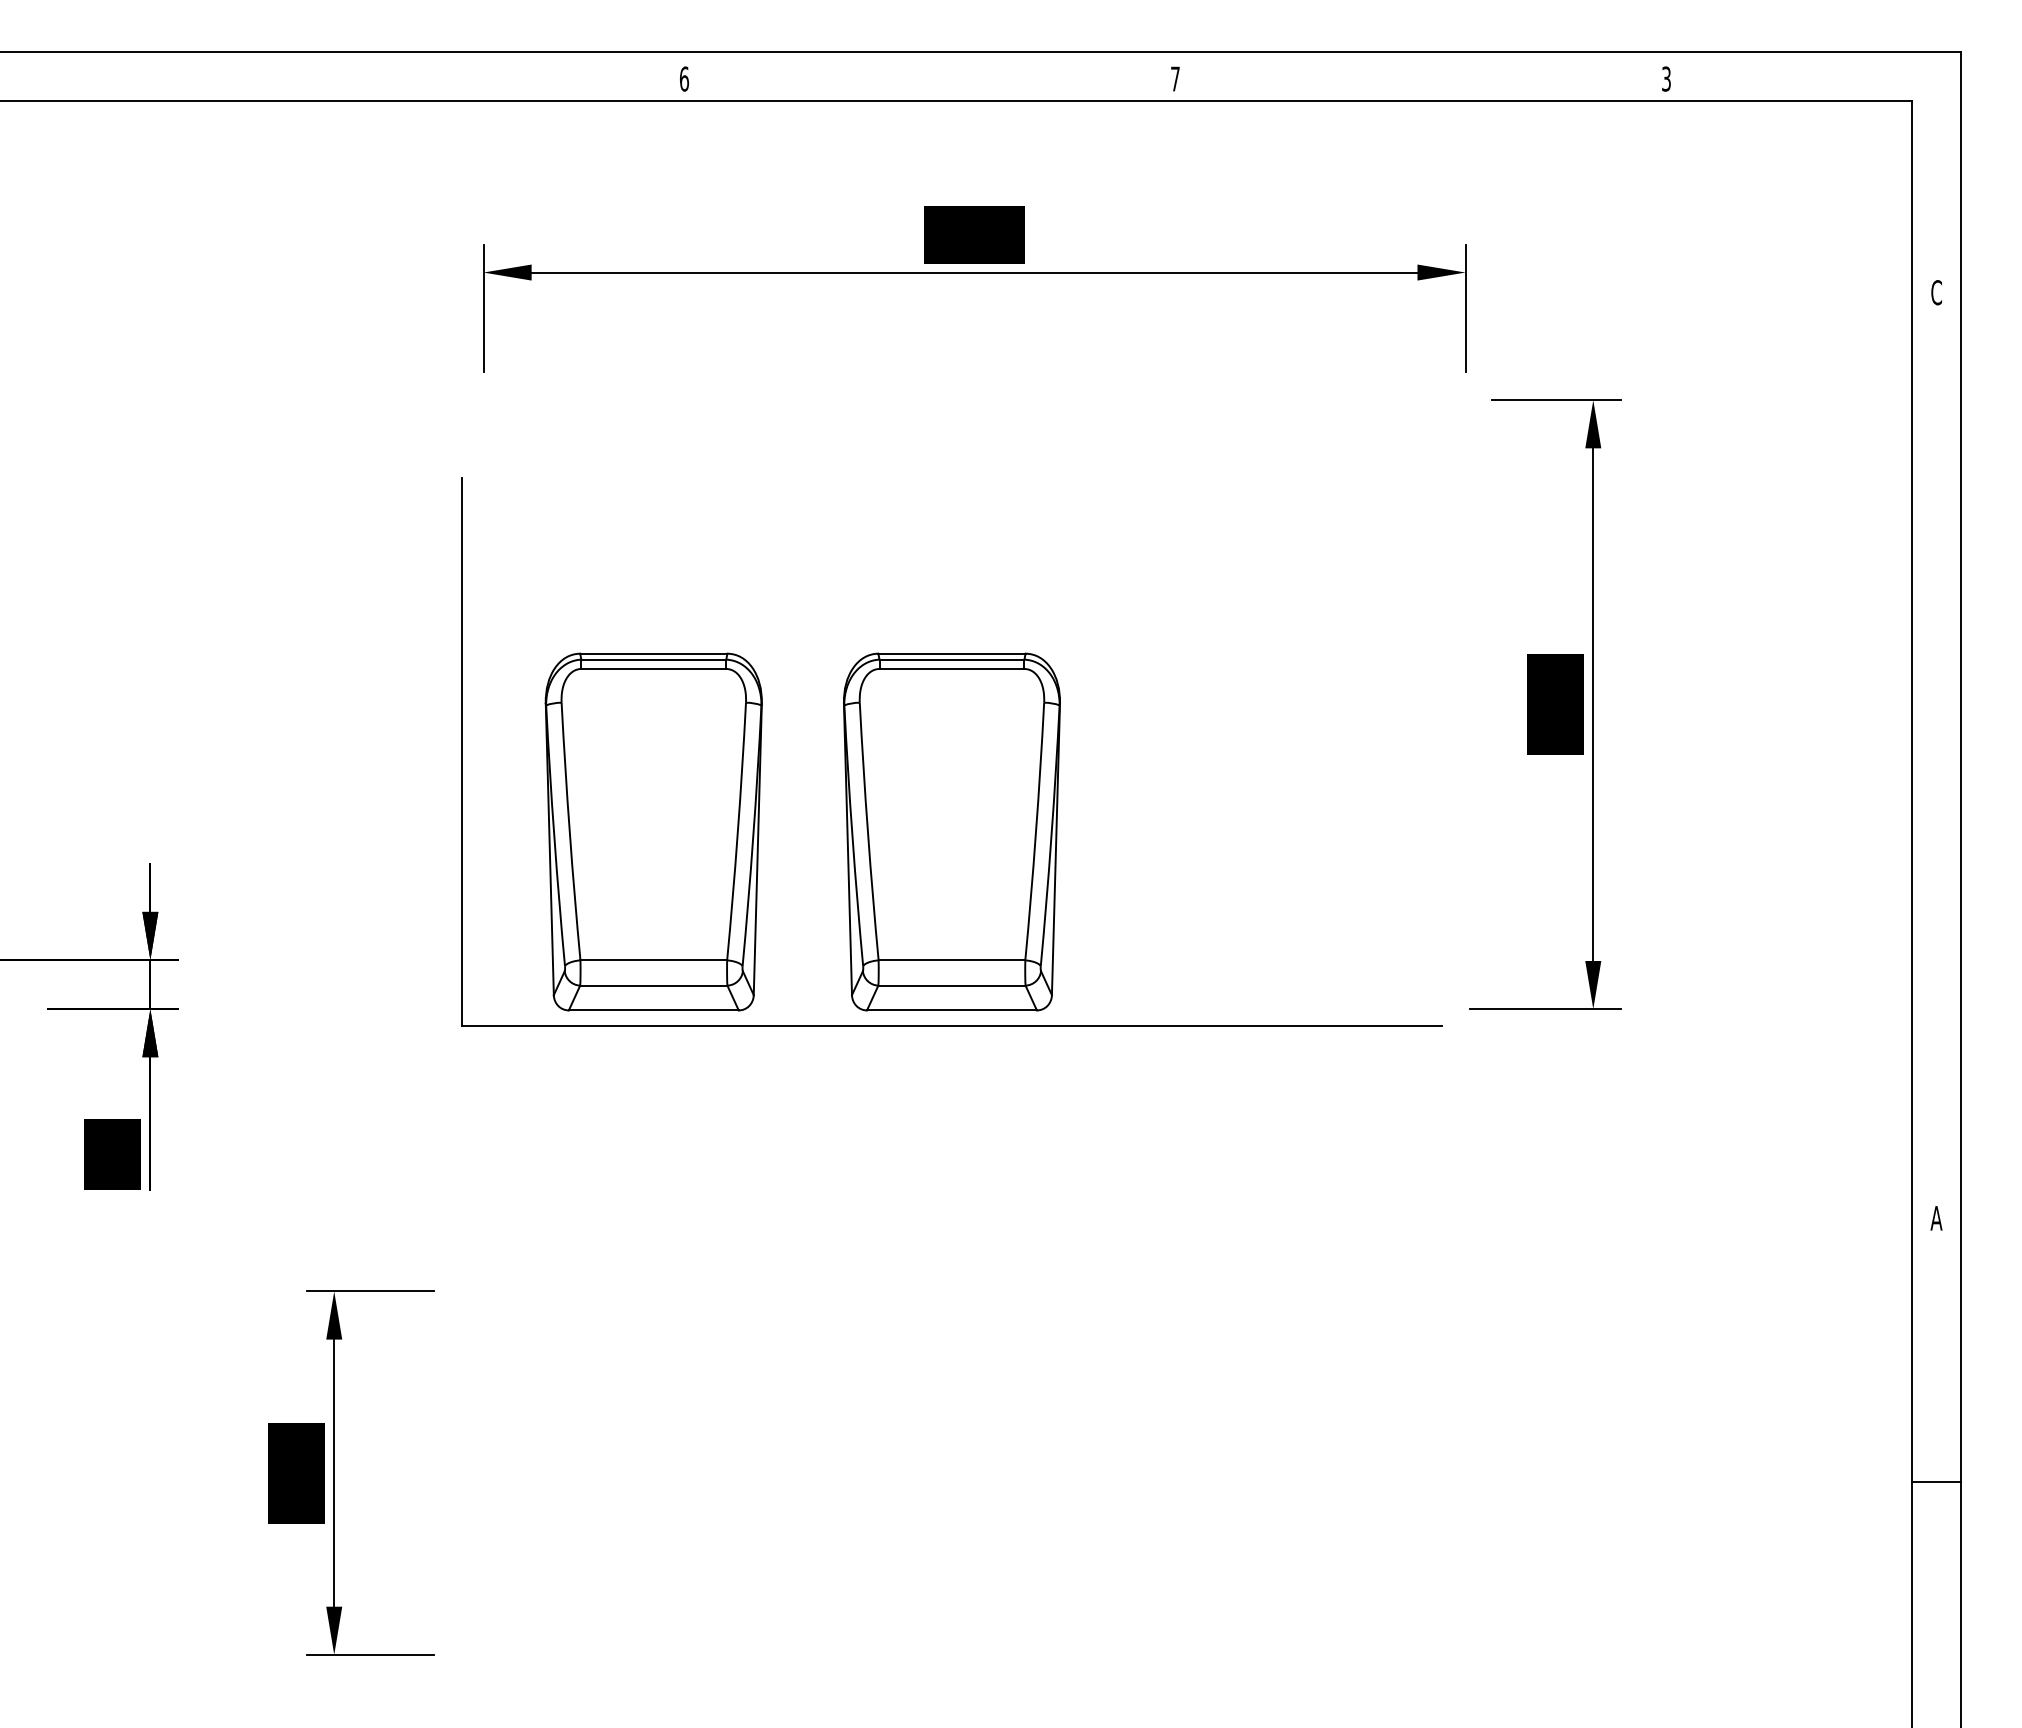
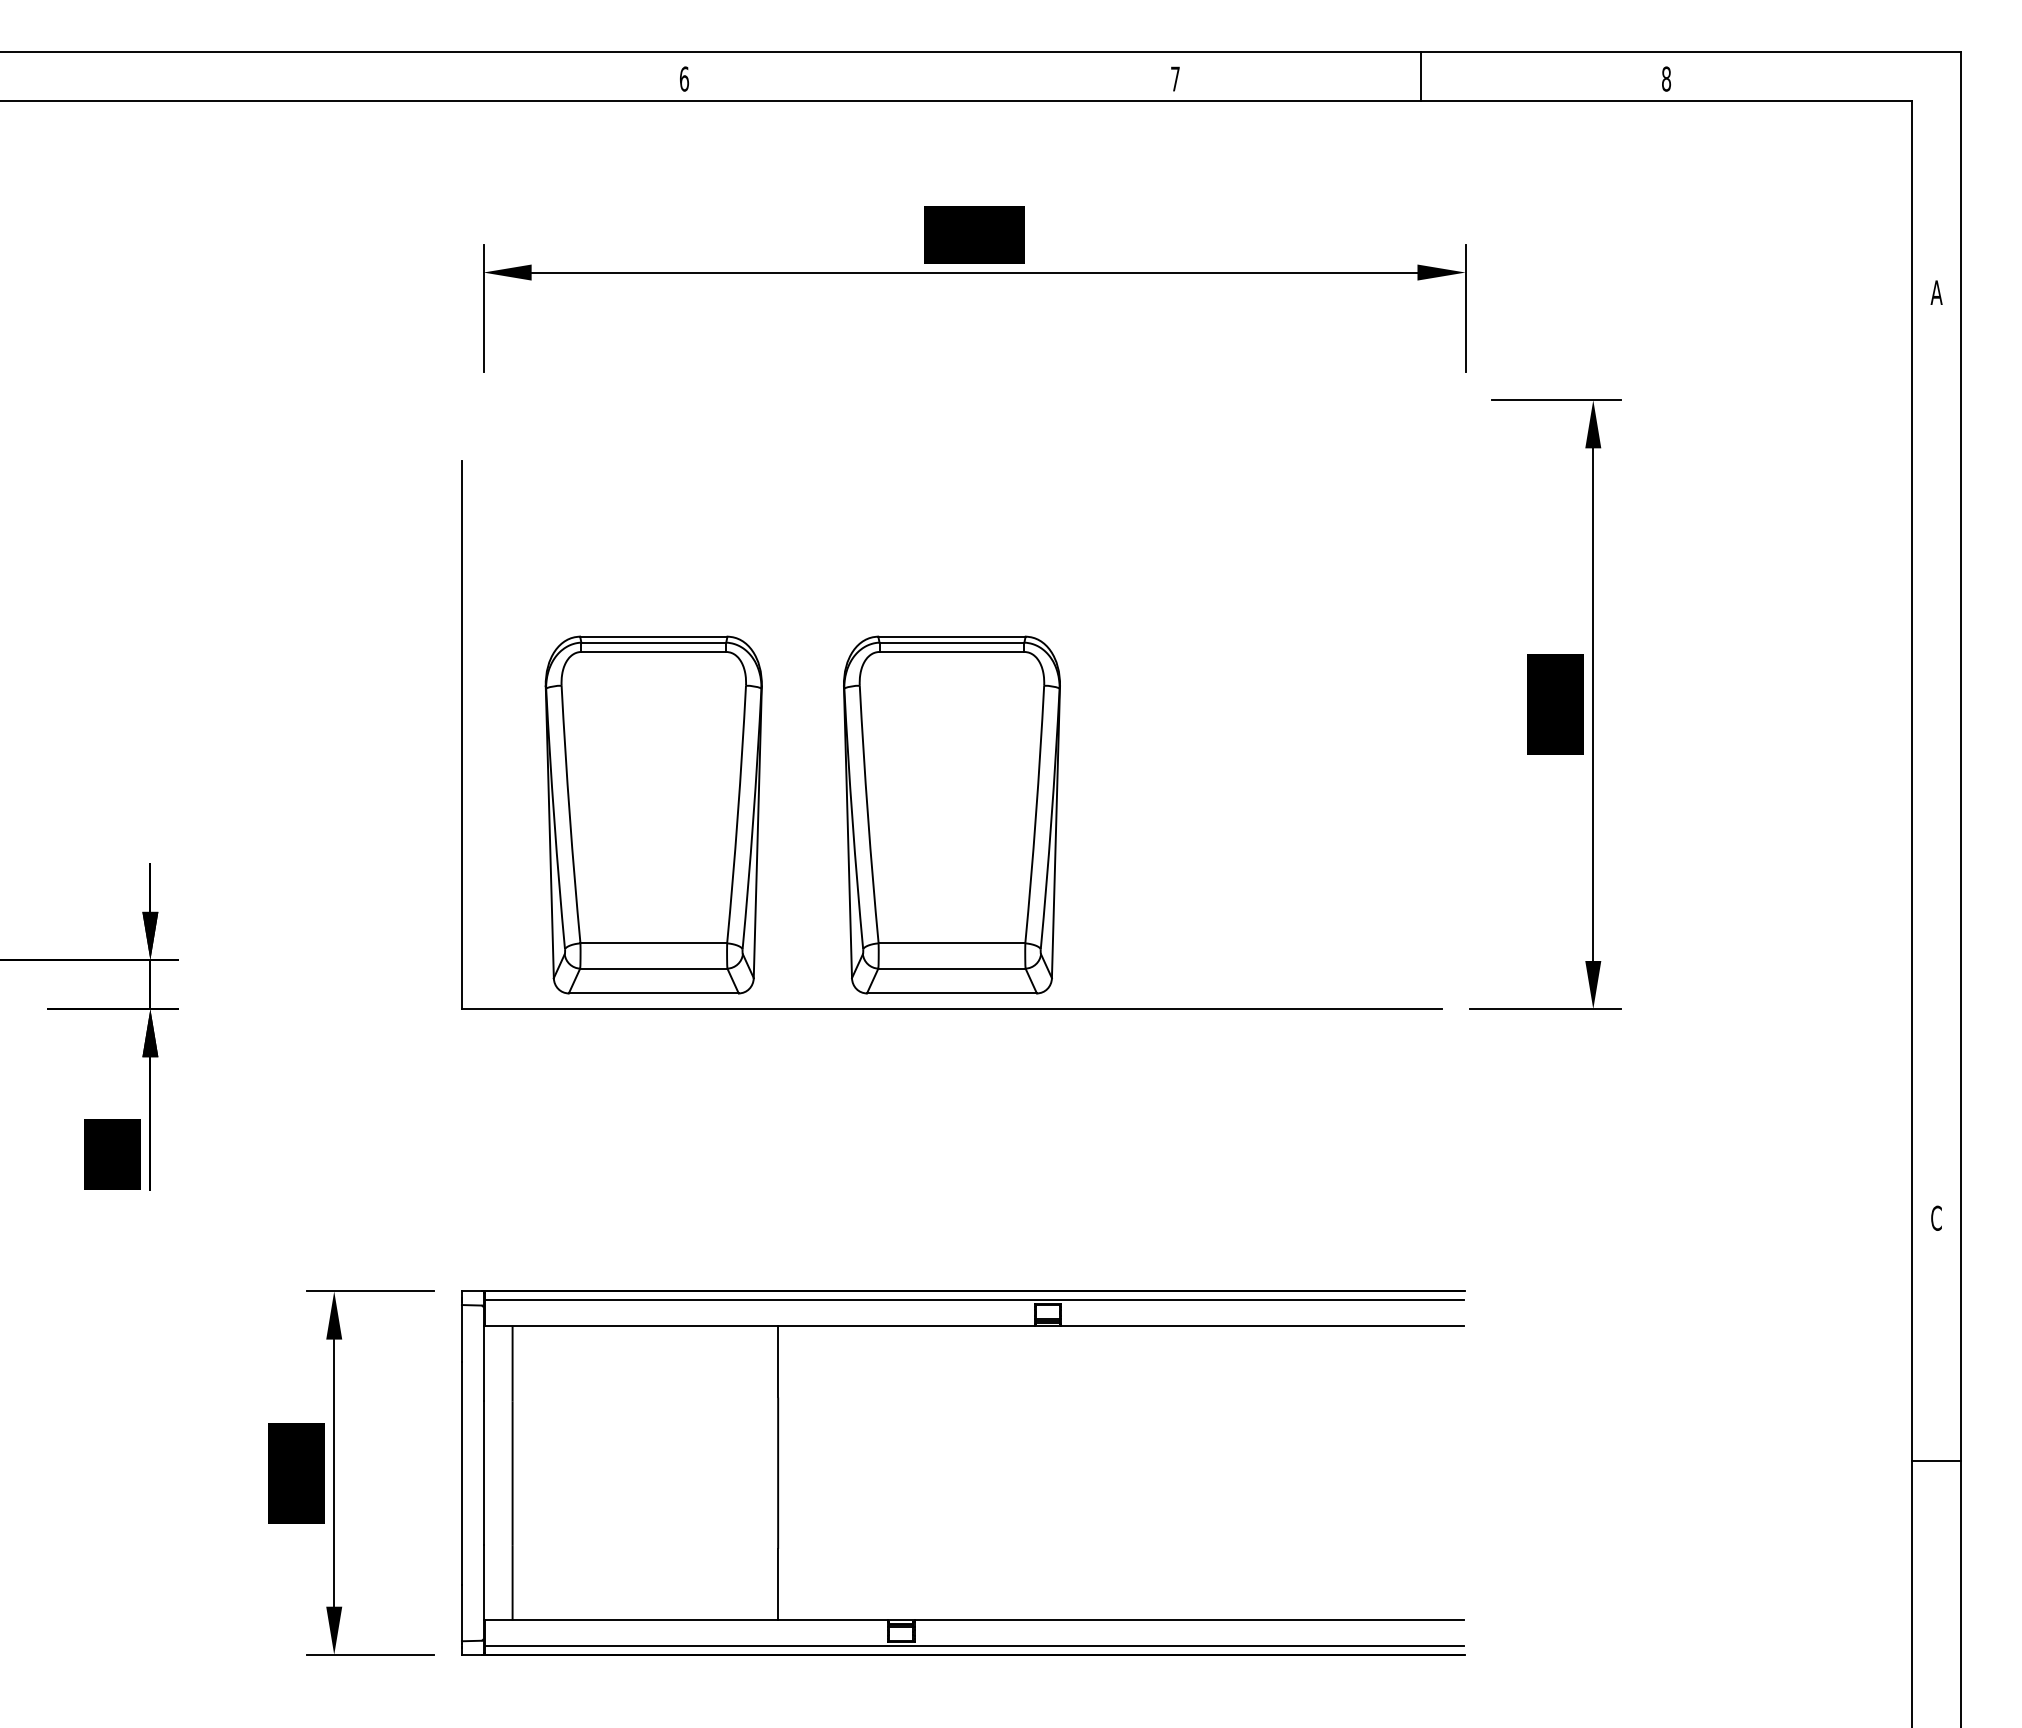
line at (1421, 75): none -> present
text at (1666, 78): 3 -> 8
text at (1936, 292): C -> A
part at (951, 751) position: (951, 751) -> (951, 734)
text at (1936, 1217): A -> C
part at (963, 1326): none -> present
line at (1936, 1482) position: (1936, 1482) -> (1936, 1461)
